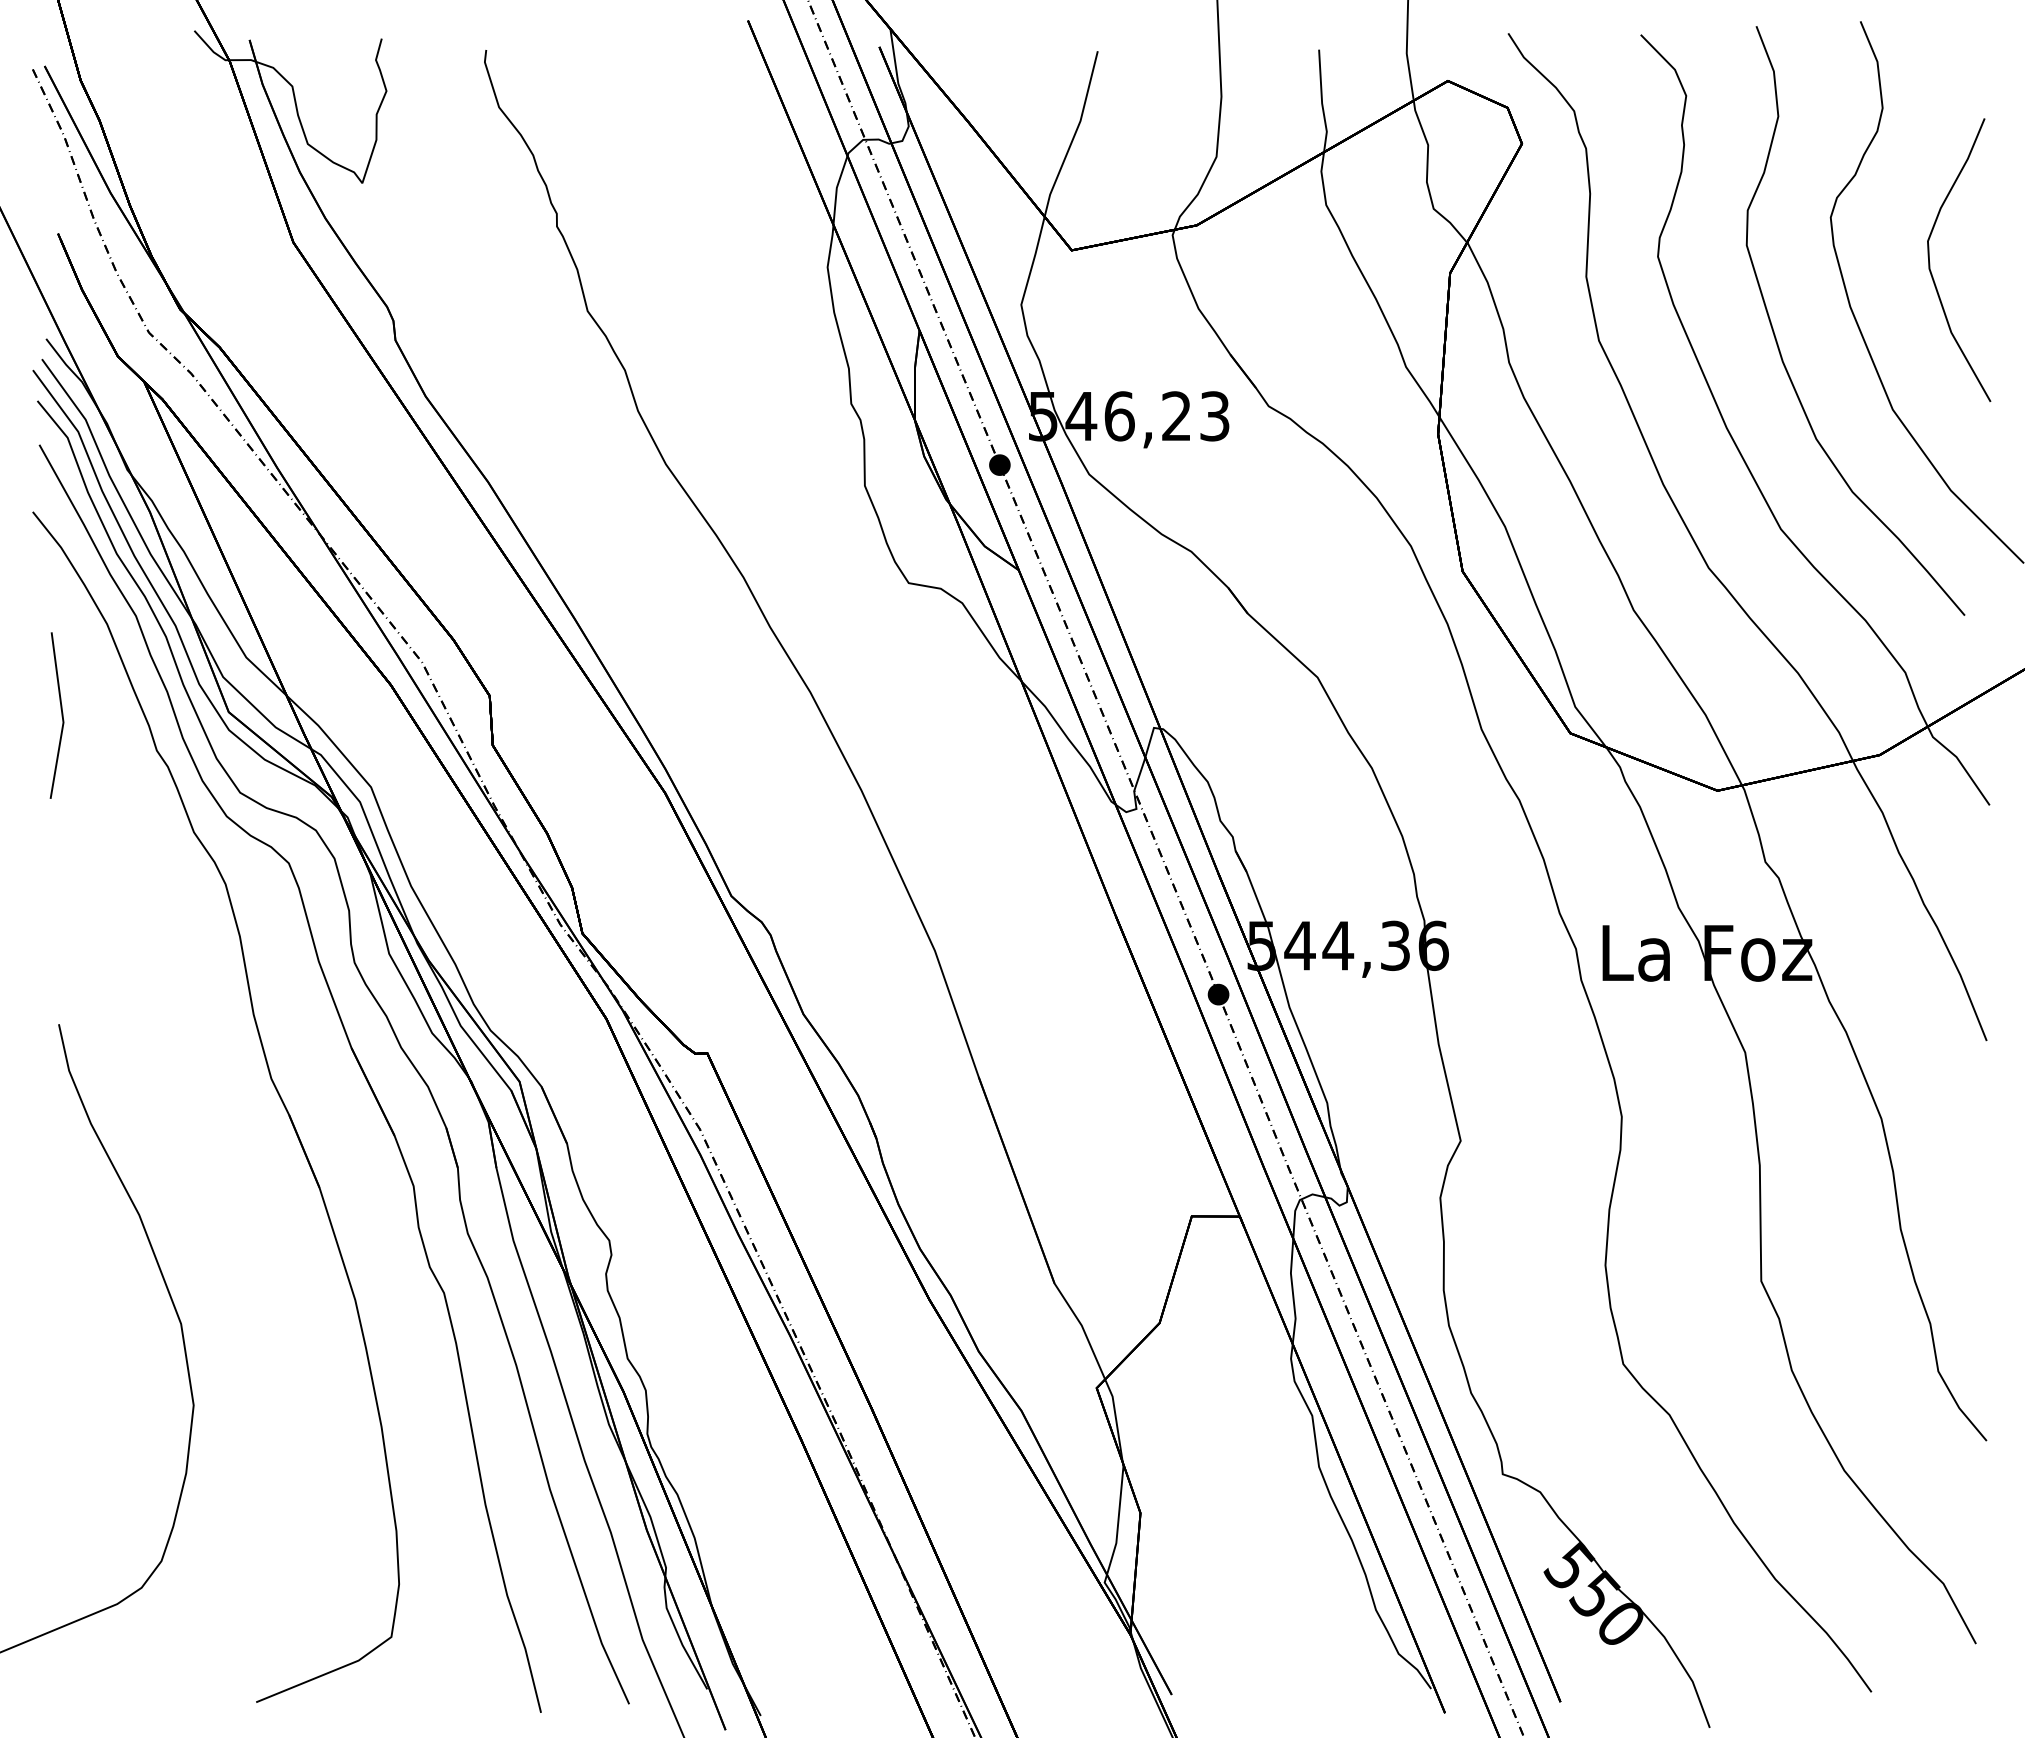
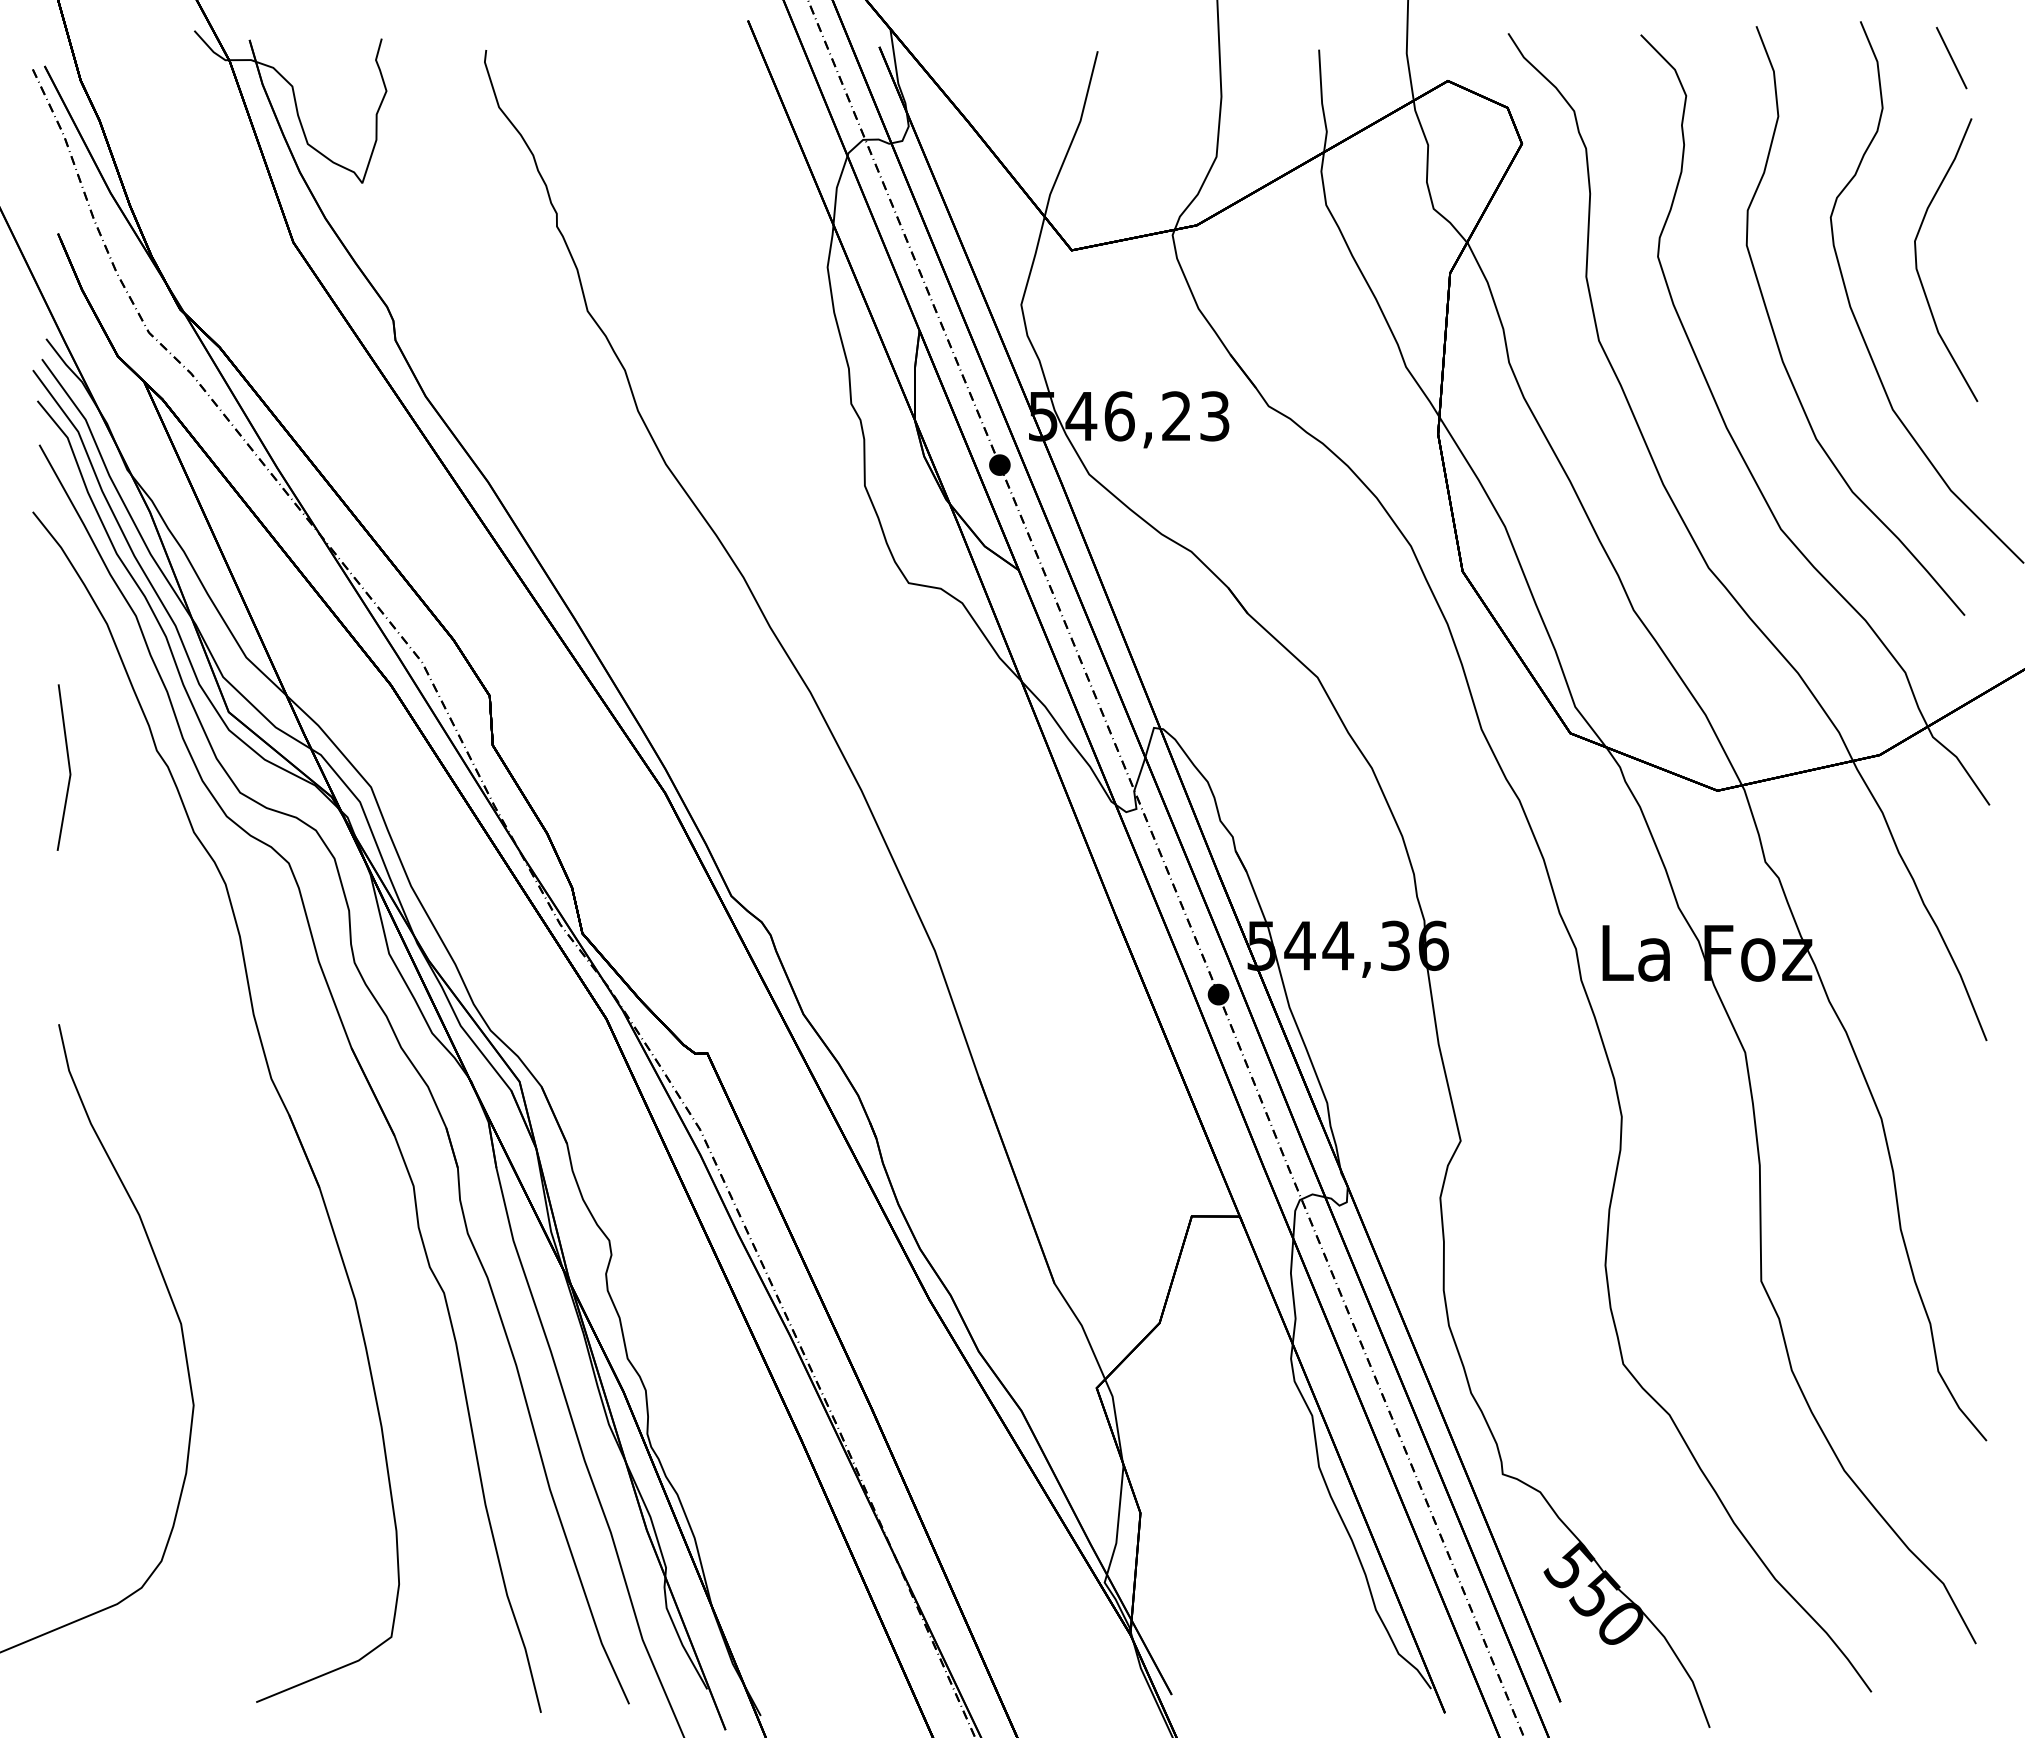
line at (1951, 58): none -> present
curve at (1930, 263) position: (1930, 263) -> (1917, 263)
line at (61, 715) position: (61, 715) -> (68, 767)
